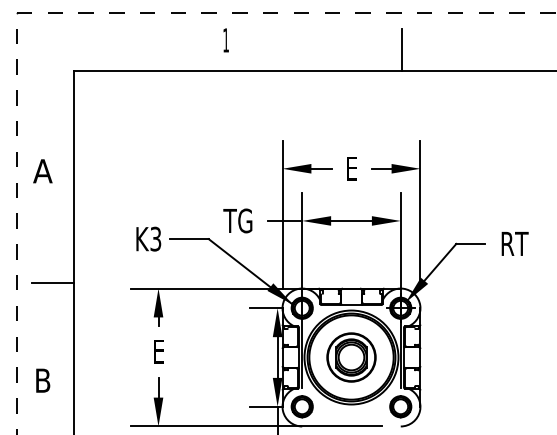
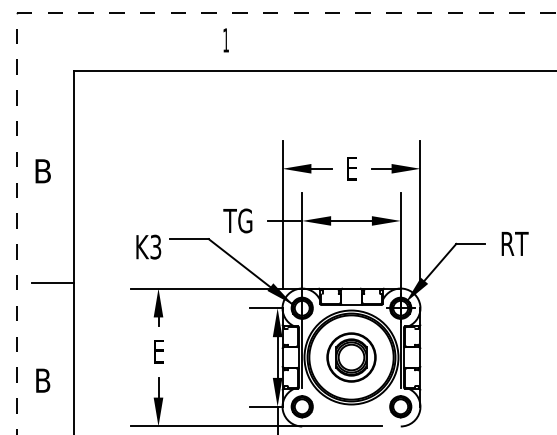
line at (401, 49): present -> none
text at (42, 171): A -> B
text at (148, 238) position: (148, 238) -> (148, 246)
